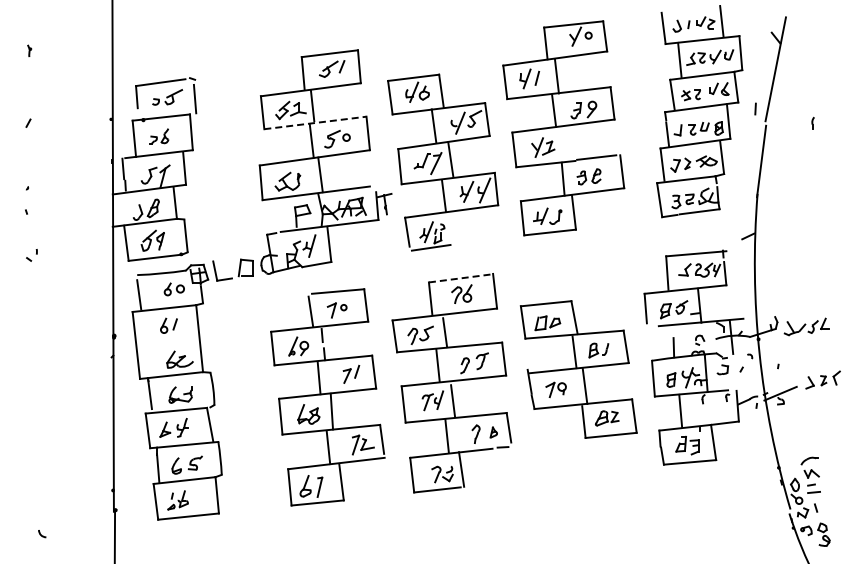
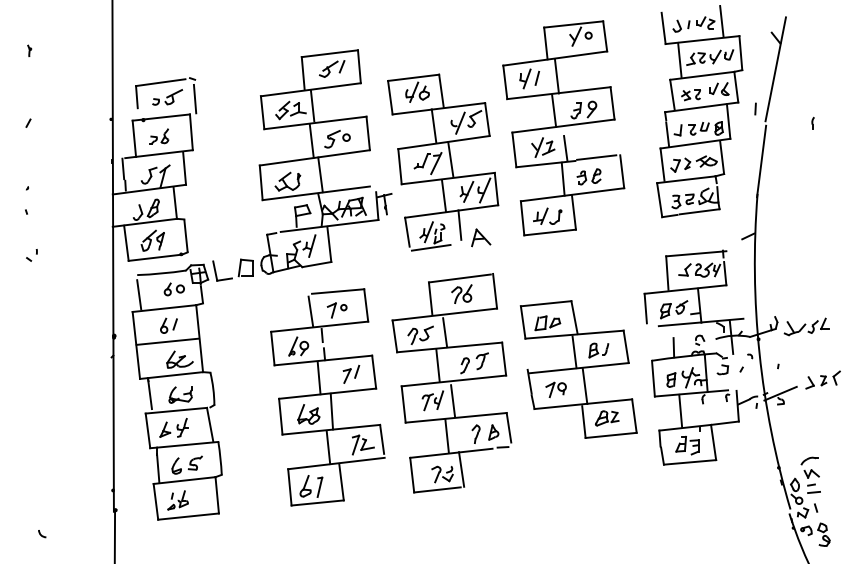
line at (315, 122): dashed -> solid
line at (565, 148): none -> present
line at (459, 224): none -> present
part at (481, 237): none -> present
line at (460, 278): dashed -> solid
line at (167, 341): none -> present
part at (493, 432) size: 9x13 px -> 12x17 px
